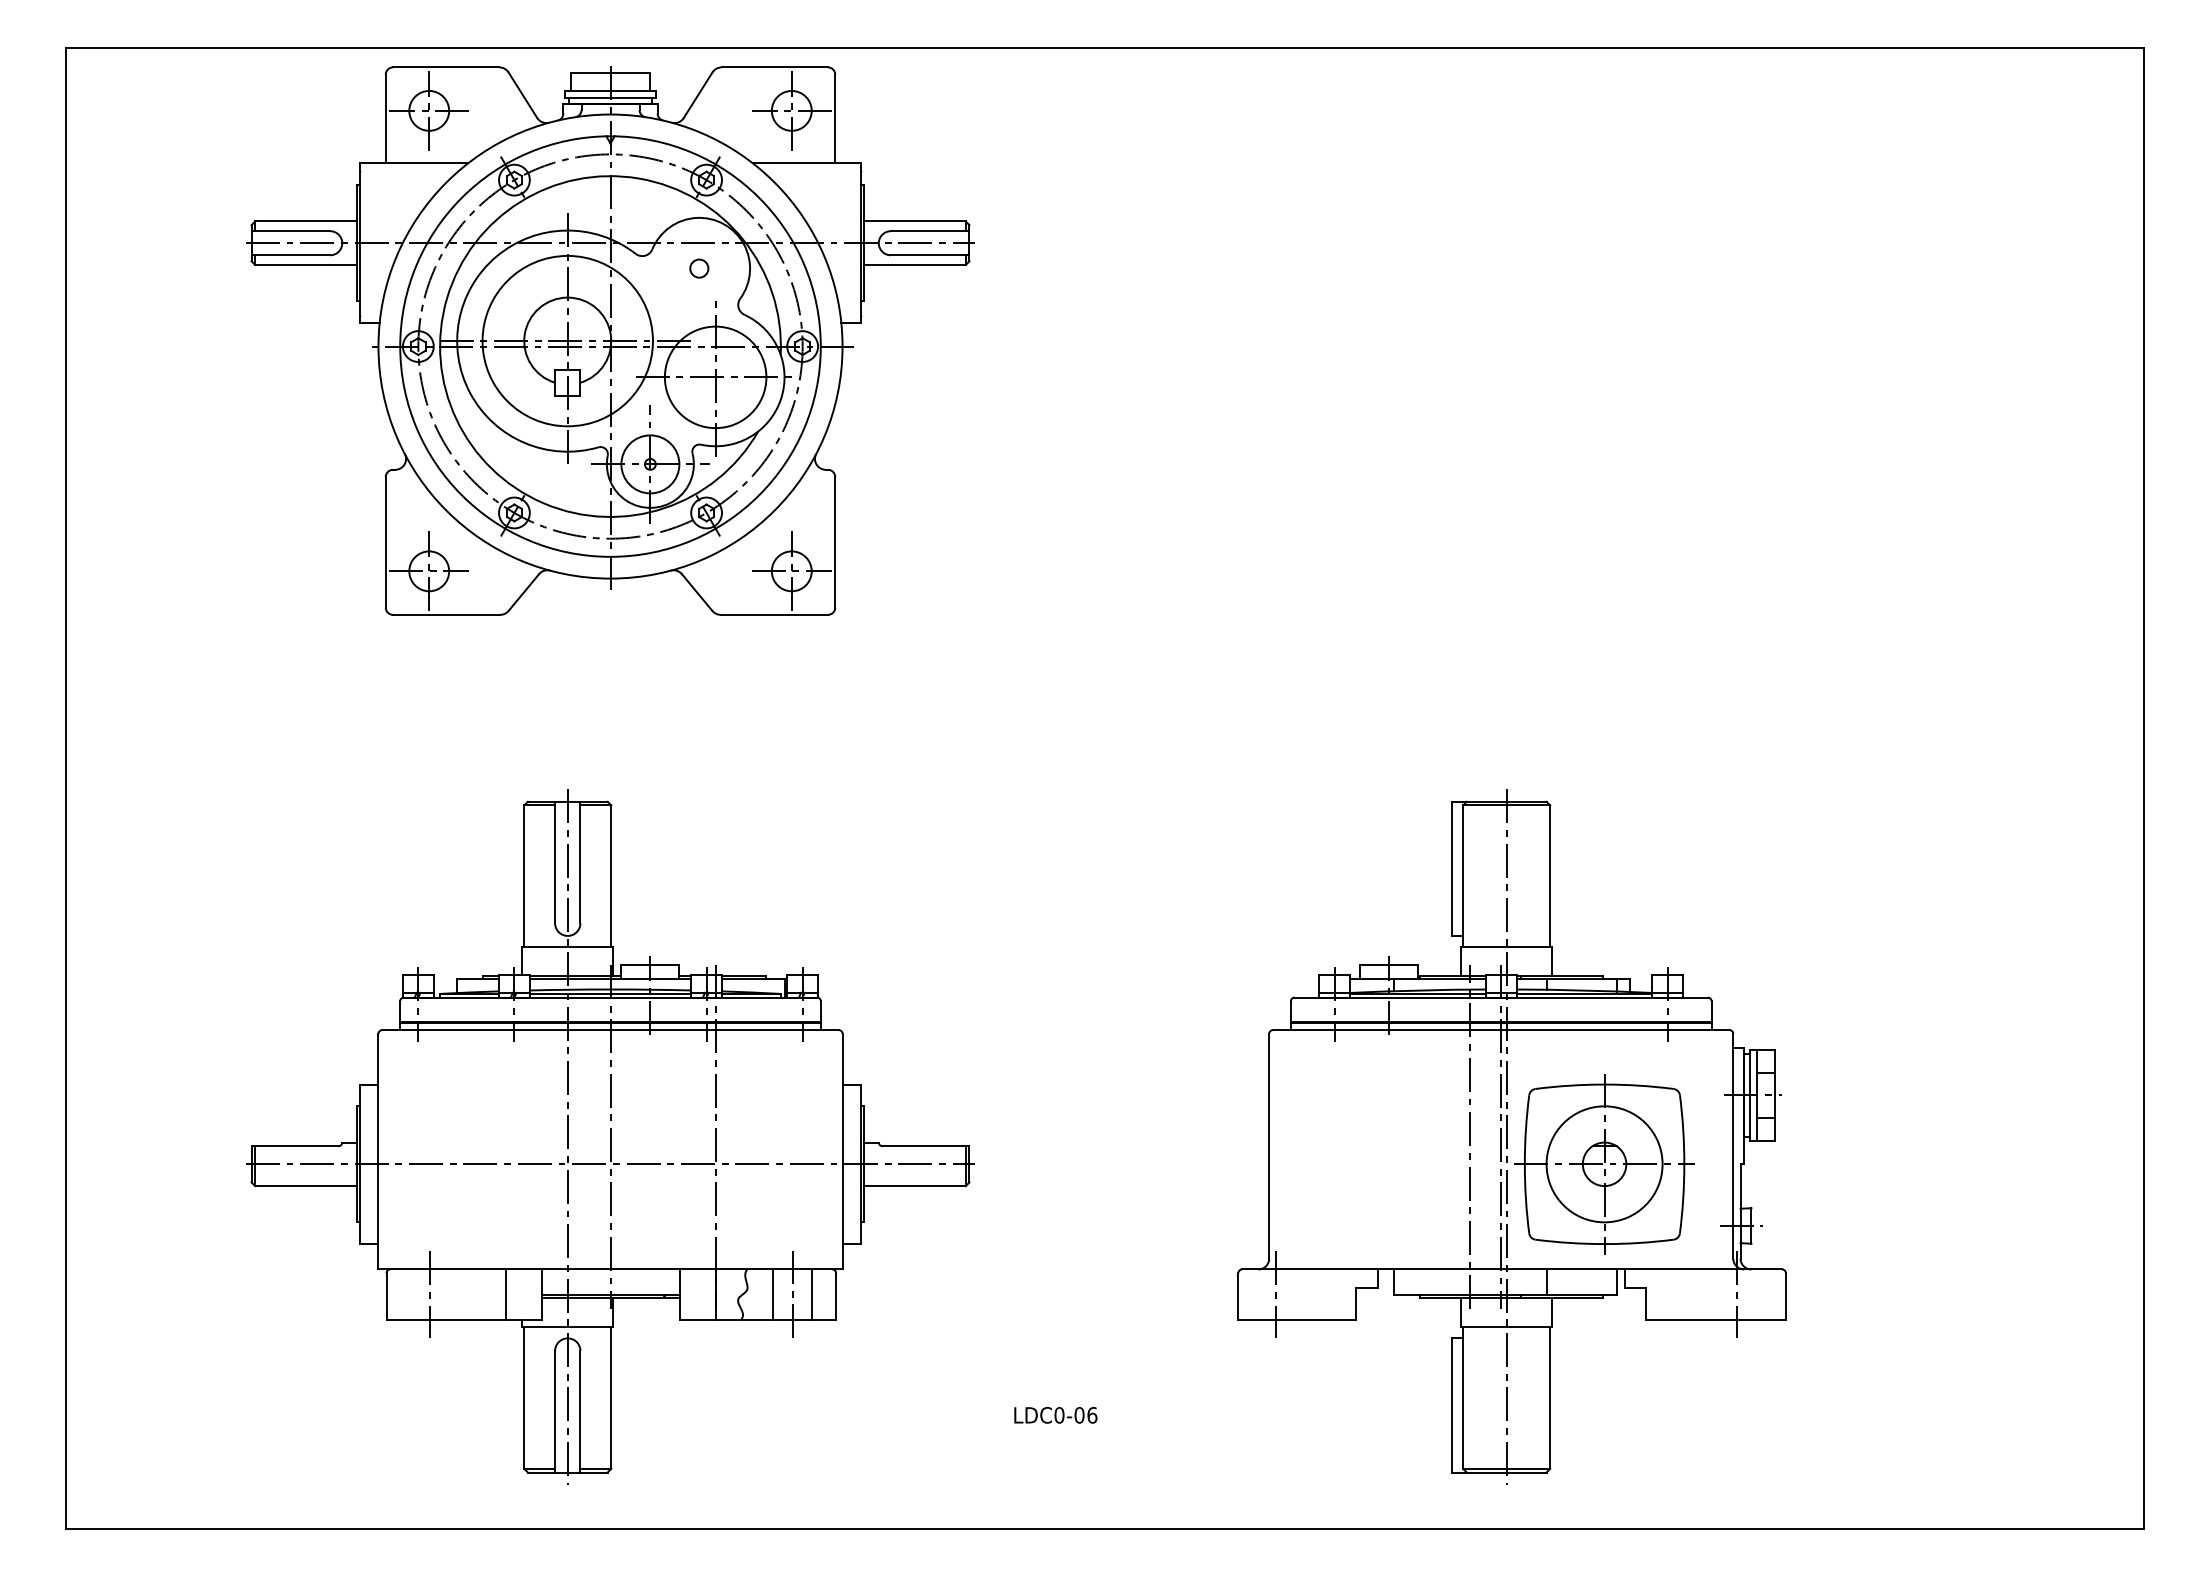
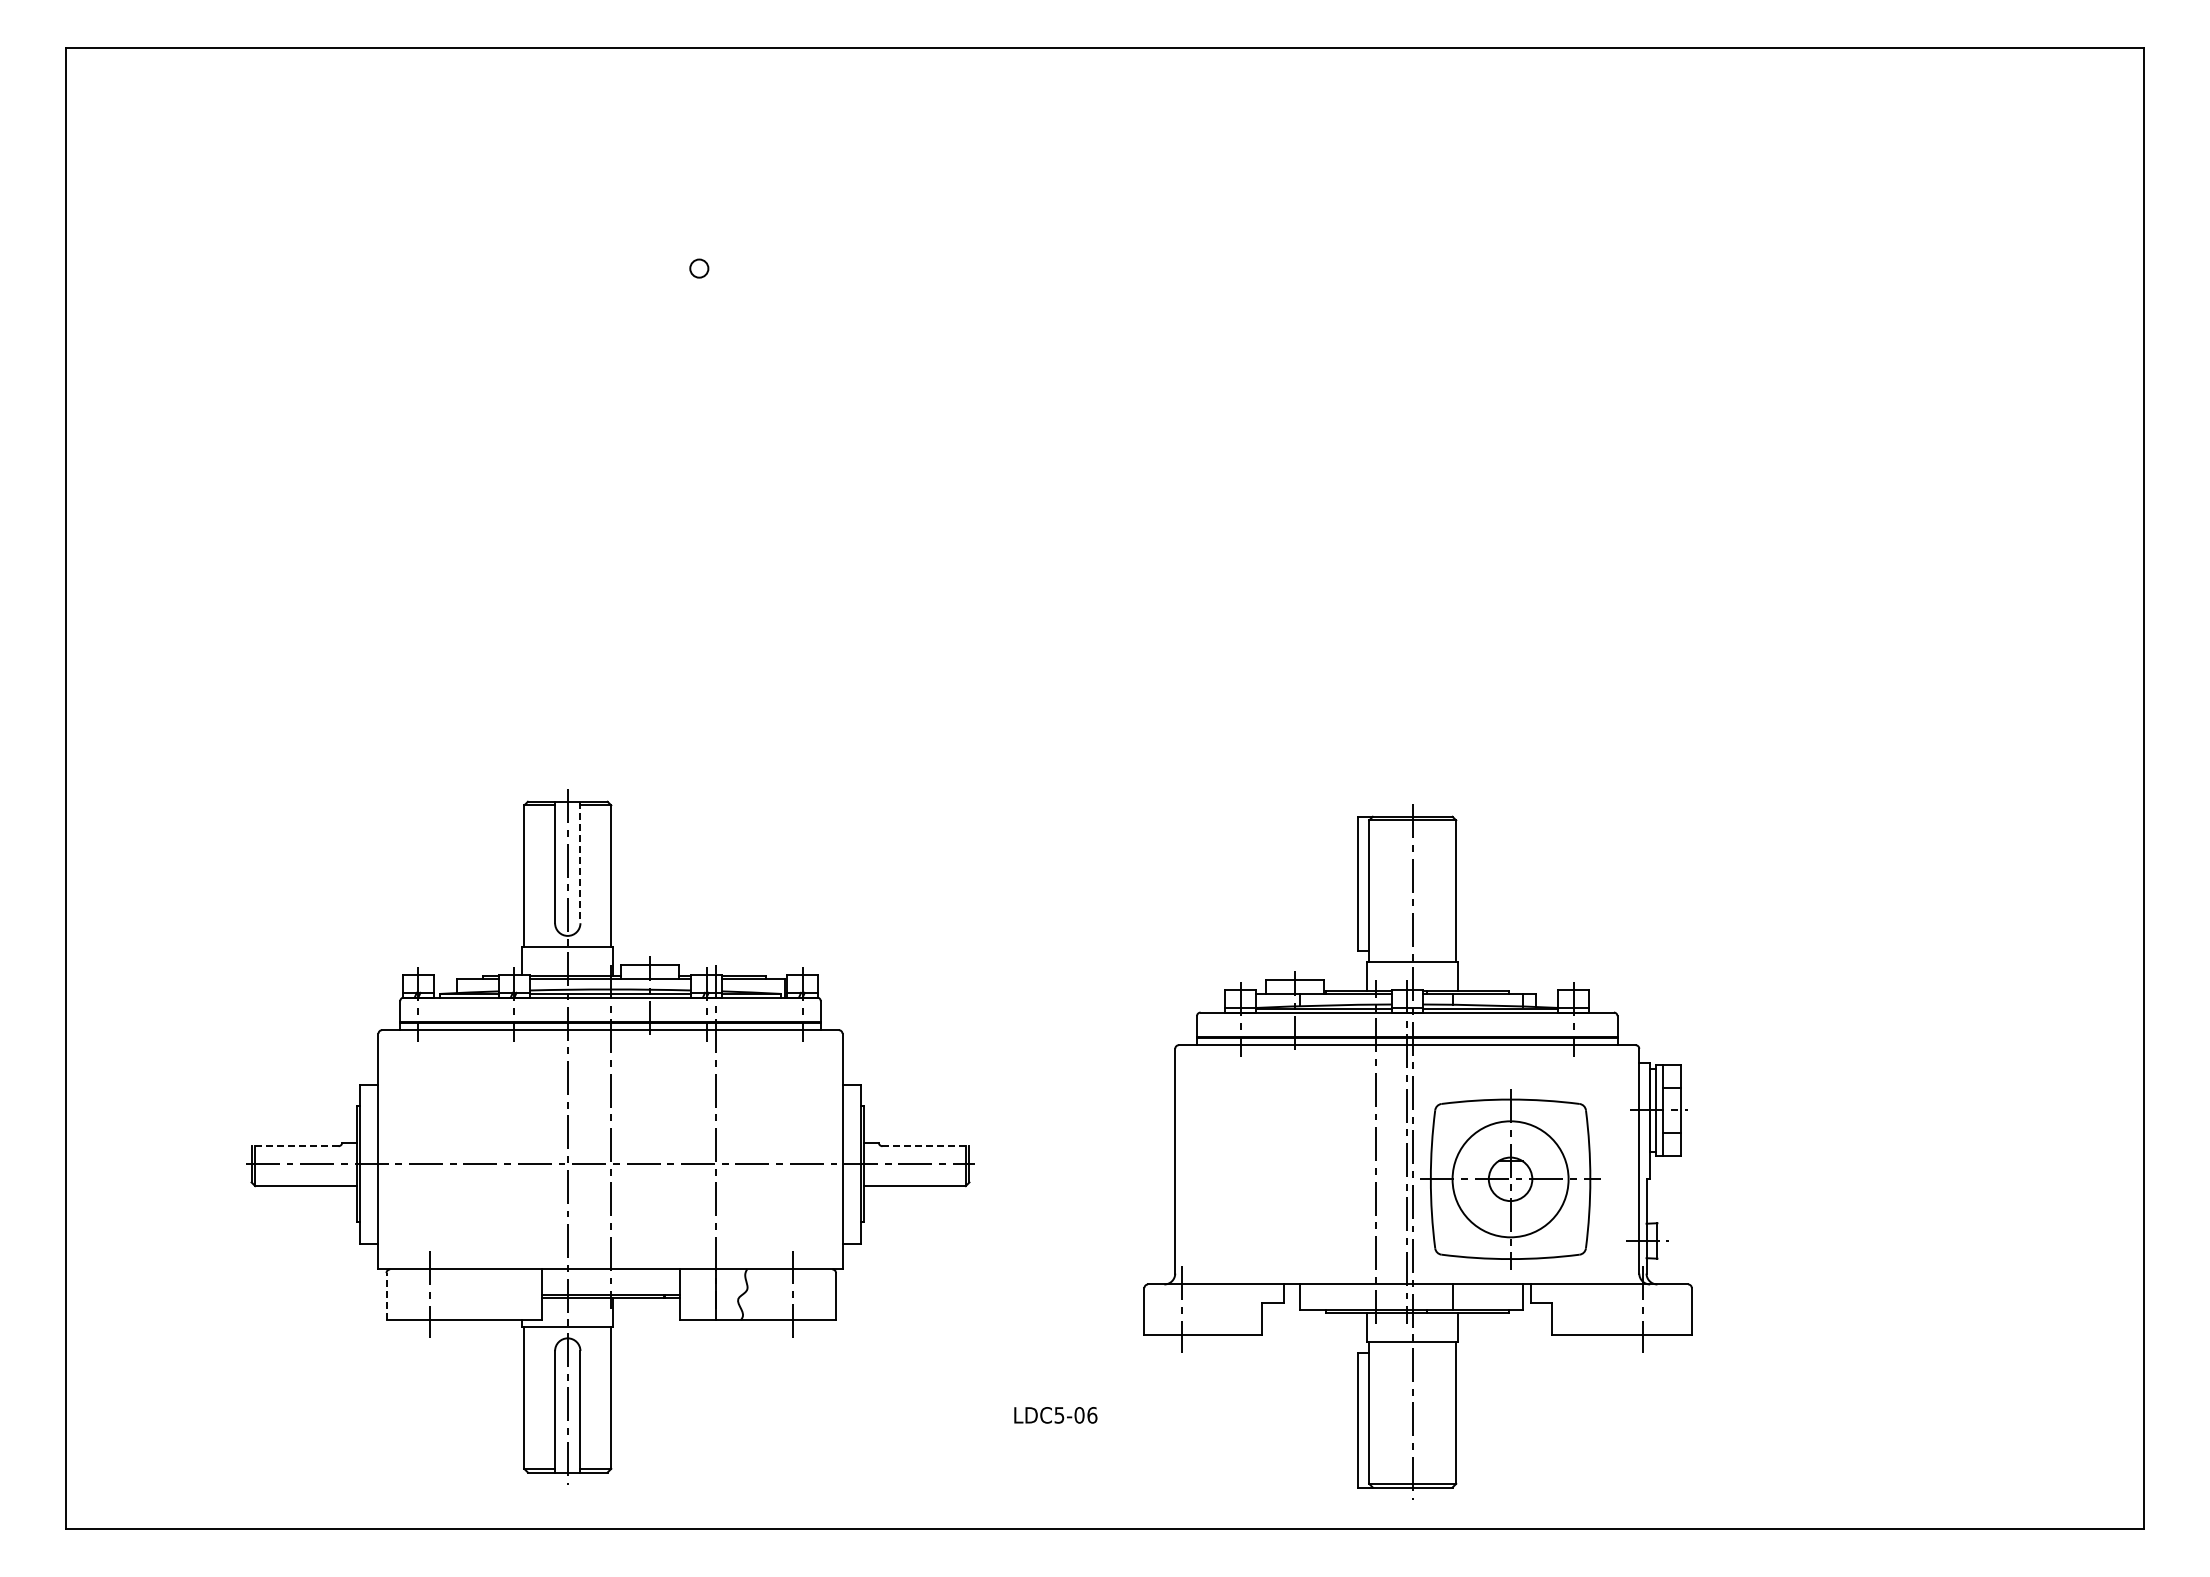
part at (610, 340): present -> none
line at (580, 862): solid -> dashed
part at (1511, 1136) position: (1511, 1136) -> (1417, 1151)
line at (295, 1146): solid -> dashed
line at (925, 1146): solid -> dashed
line at (506, 1294): present -> none
line at (772, 1294): present -> none
line at (812, 1294): present -> none
line at (386, 1296): solid -> dashed
text at (1059, 1415): LDC0-06 -> LDC5-06
